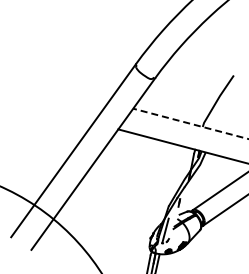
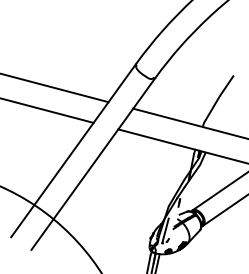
line at (55, 88): none -> present
line at (47, 110): none -> present
line at (190, 123): dashed -> solid
